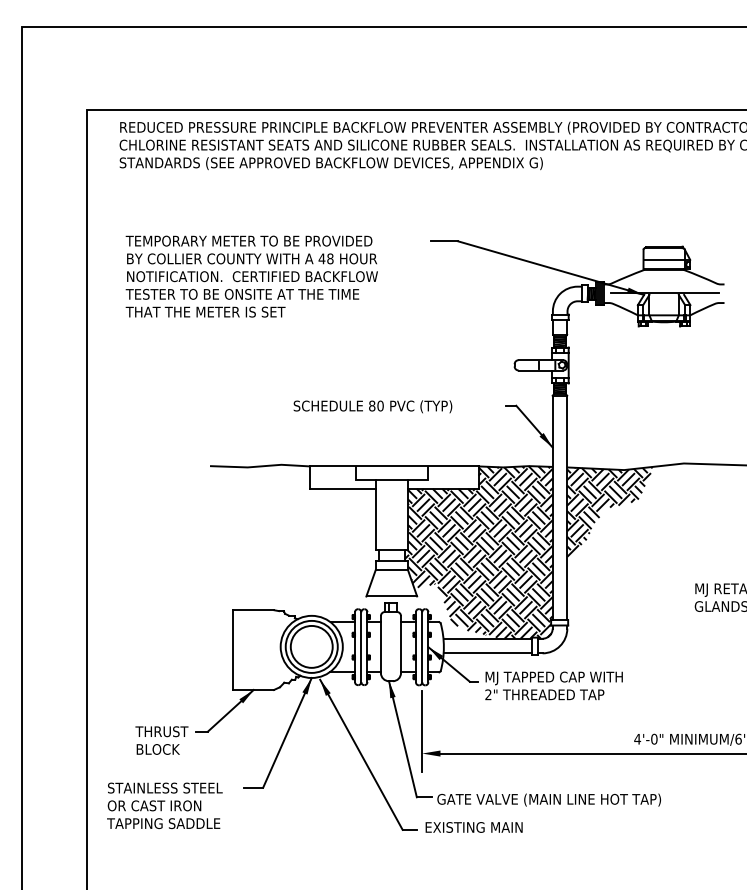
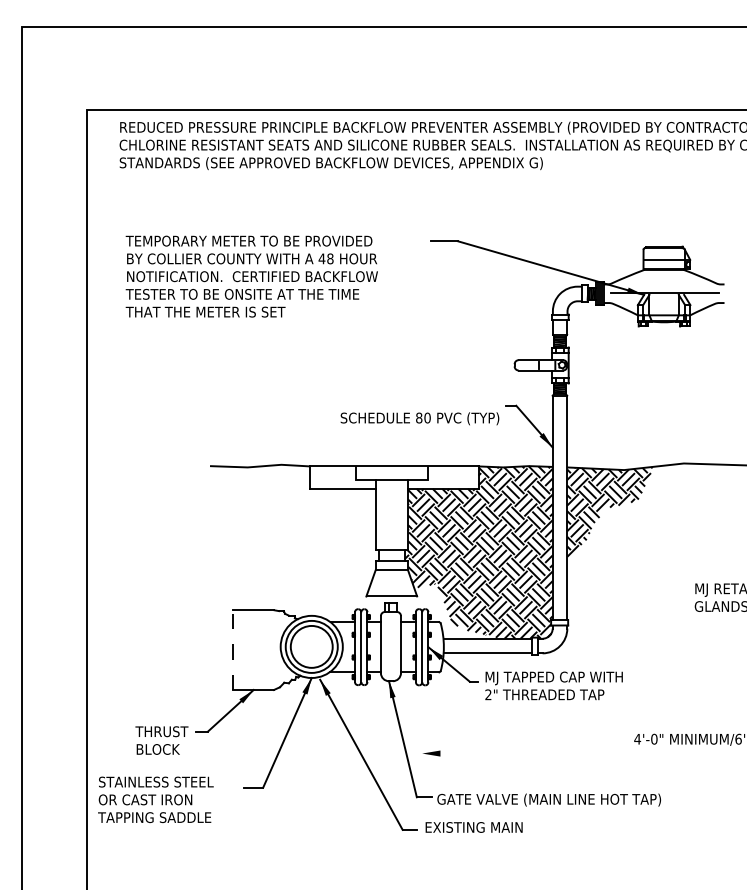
text at (372, 406) position: (372, 406) -> (419, 418)
line at (233, 650): solid -> dashed
line at (422, 731): present -> none
line at (591, 753): present -> none
text at (164, 805) position: (164, 805) -> (155, 799)
